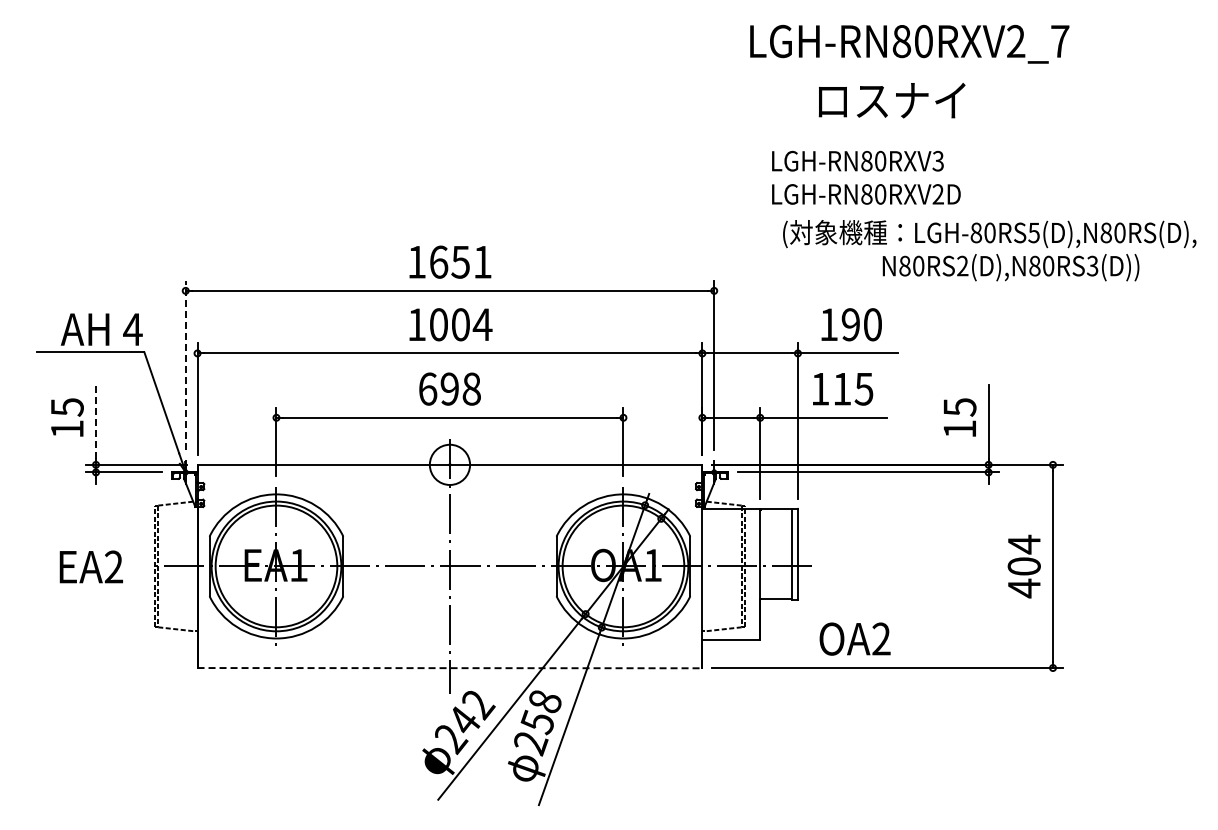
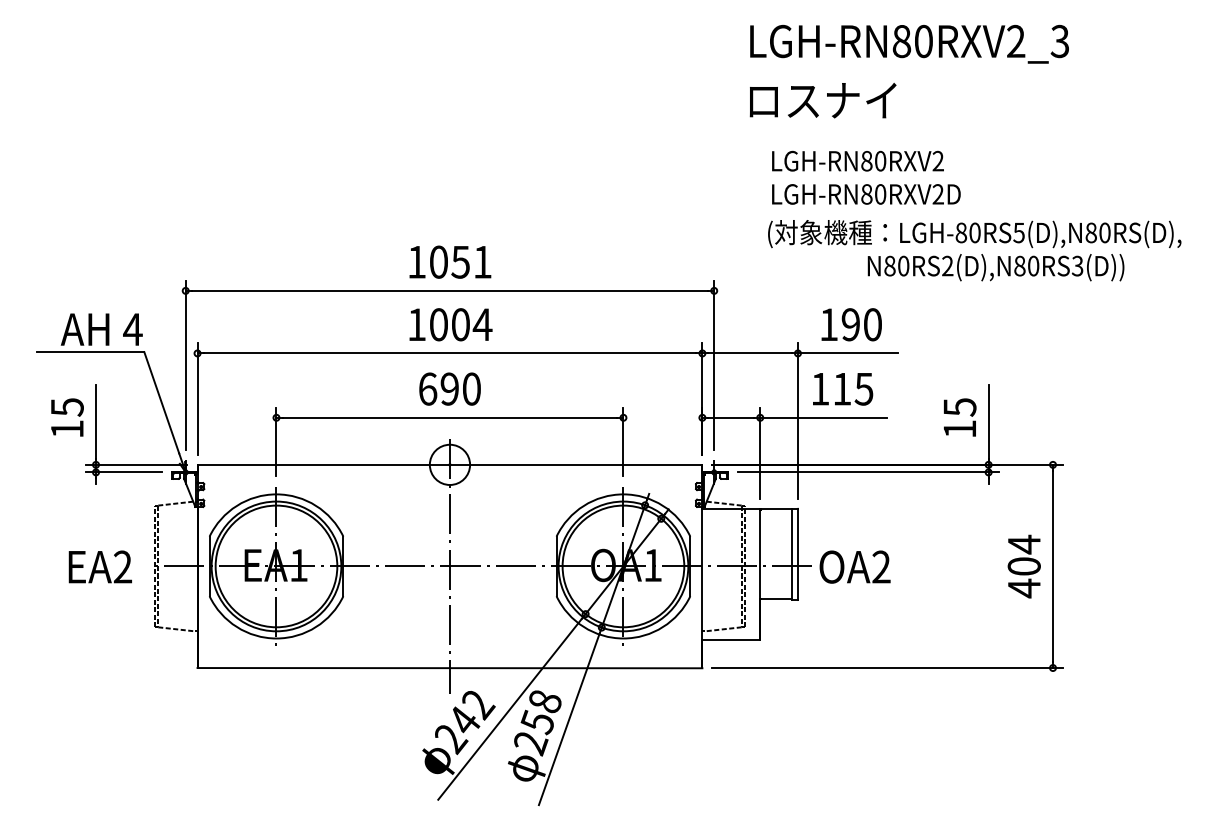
text at (1059, 41): LGH-RN80RXV2_7 -> LGH-RN80RXV2_3
text at (891, 100) position: (891, 100) -> (822, 100)
text at (937, 161): LGH-RN80RXV3 -> LGH-RN80RXV2
text at (989, 250) position: (989, 250) -> (974, 250)
text at (439, 261): 1651 -> 1051
line at (185, 364): dashed -> solid
text at (471, 388): 698 -> 690
line at (96, 421): dashed -> solid
text at (90, 566) position: (90, 566) -> (99, 566)
text at (854, 638) position: (854, 638) -> (854, 566)
line at (450, 668): dashed -> solid
